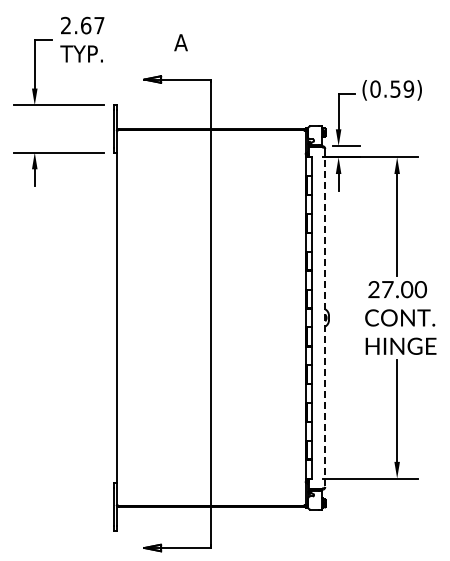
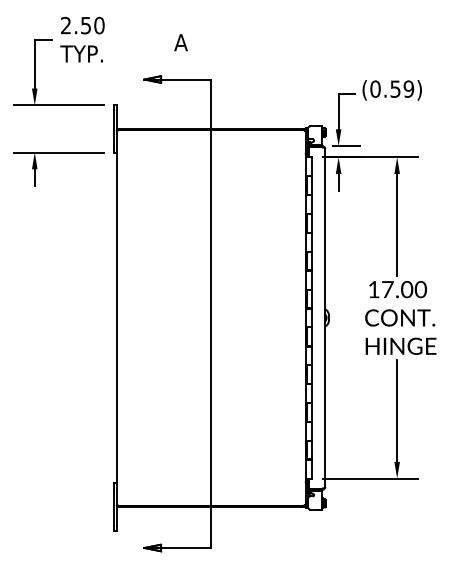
text at (92, 25): 2.67 -> 2.50
text at (373, 289): 27.00 -> 17.00
line at (325, 318): dashed -> solid
